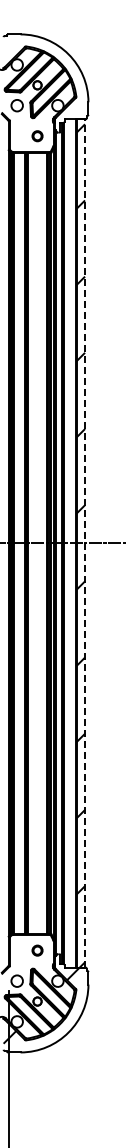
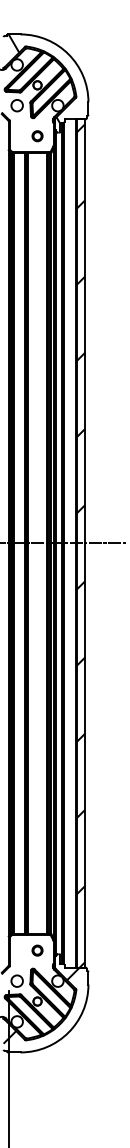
hatch at (34, 78): none -> present
line at (85, 542): dashed -> solid
